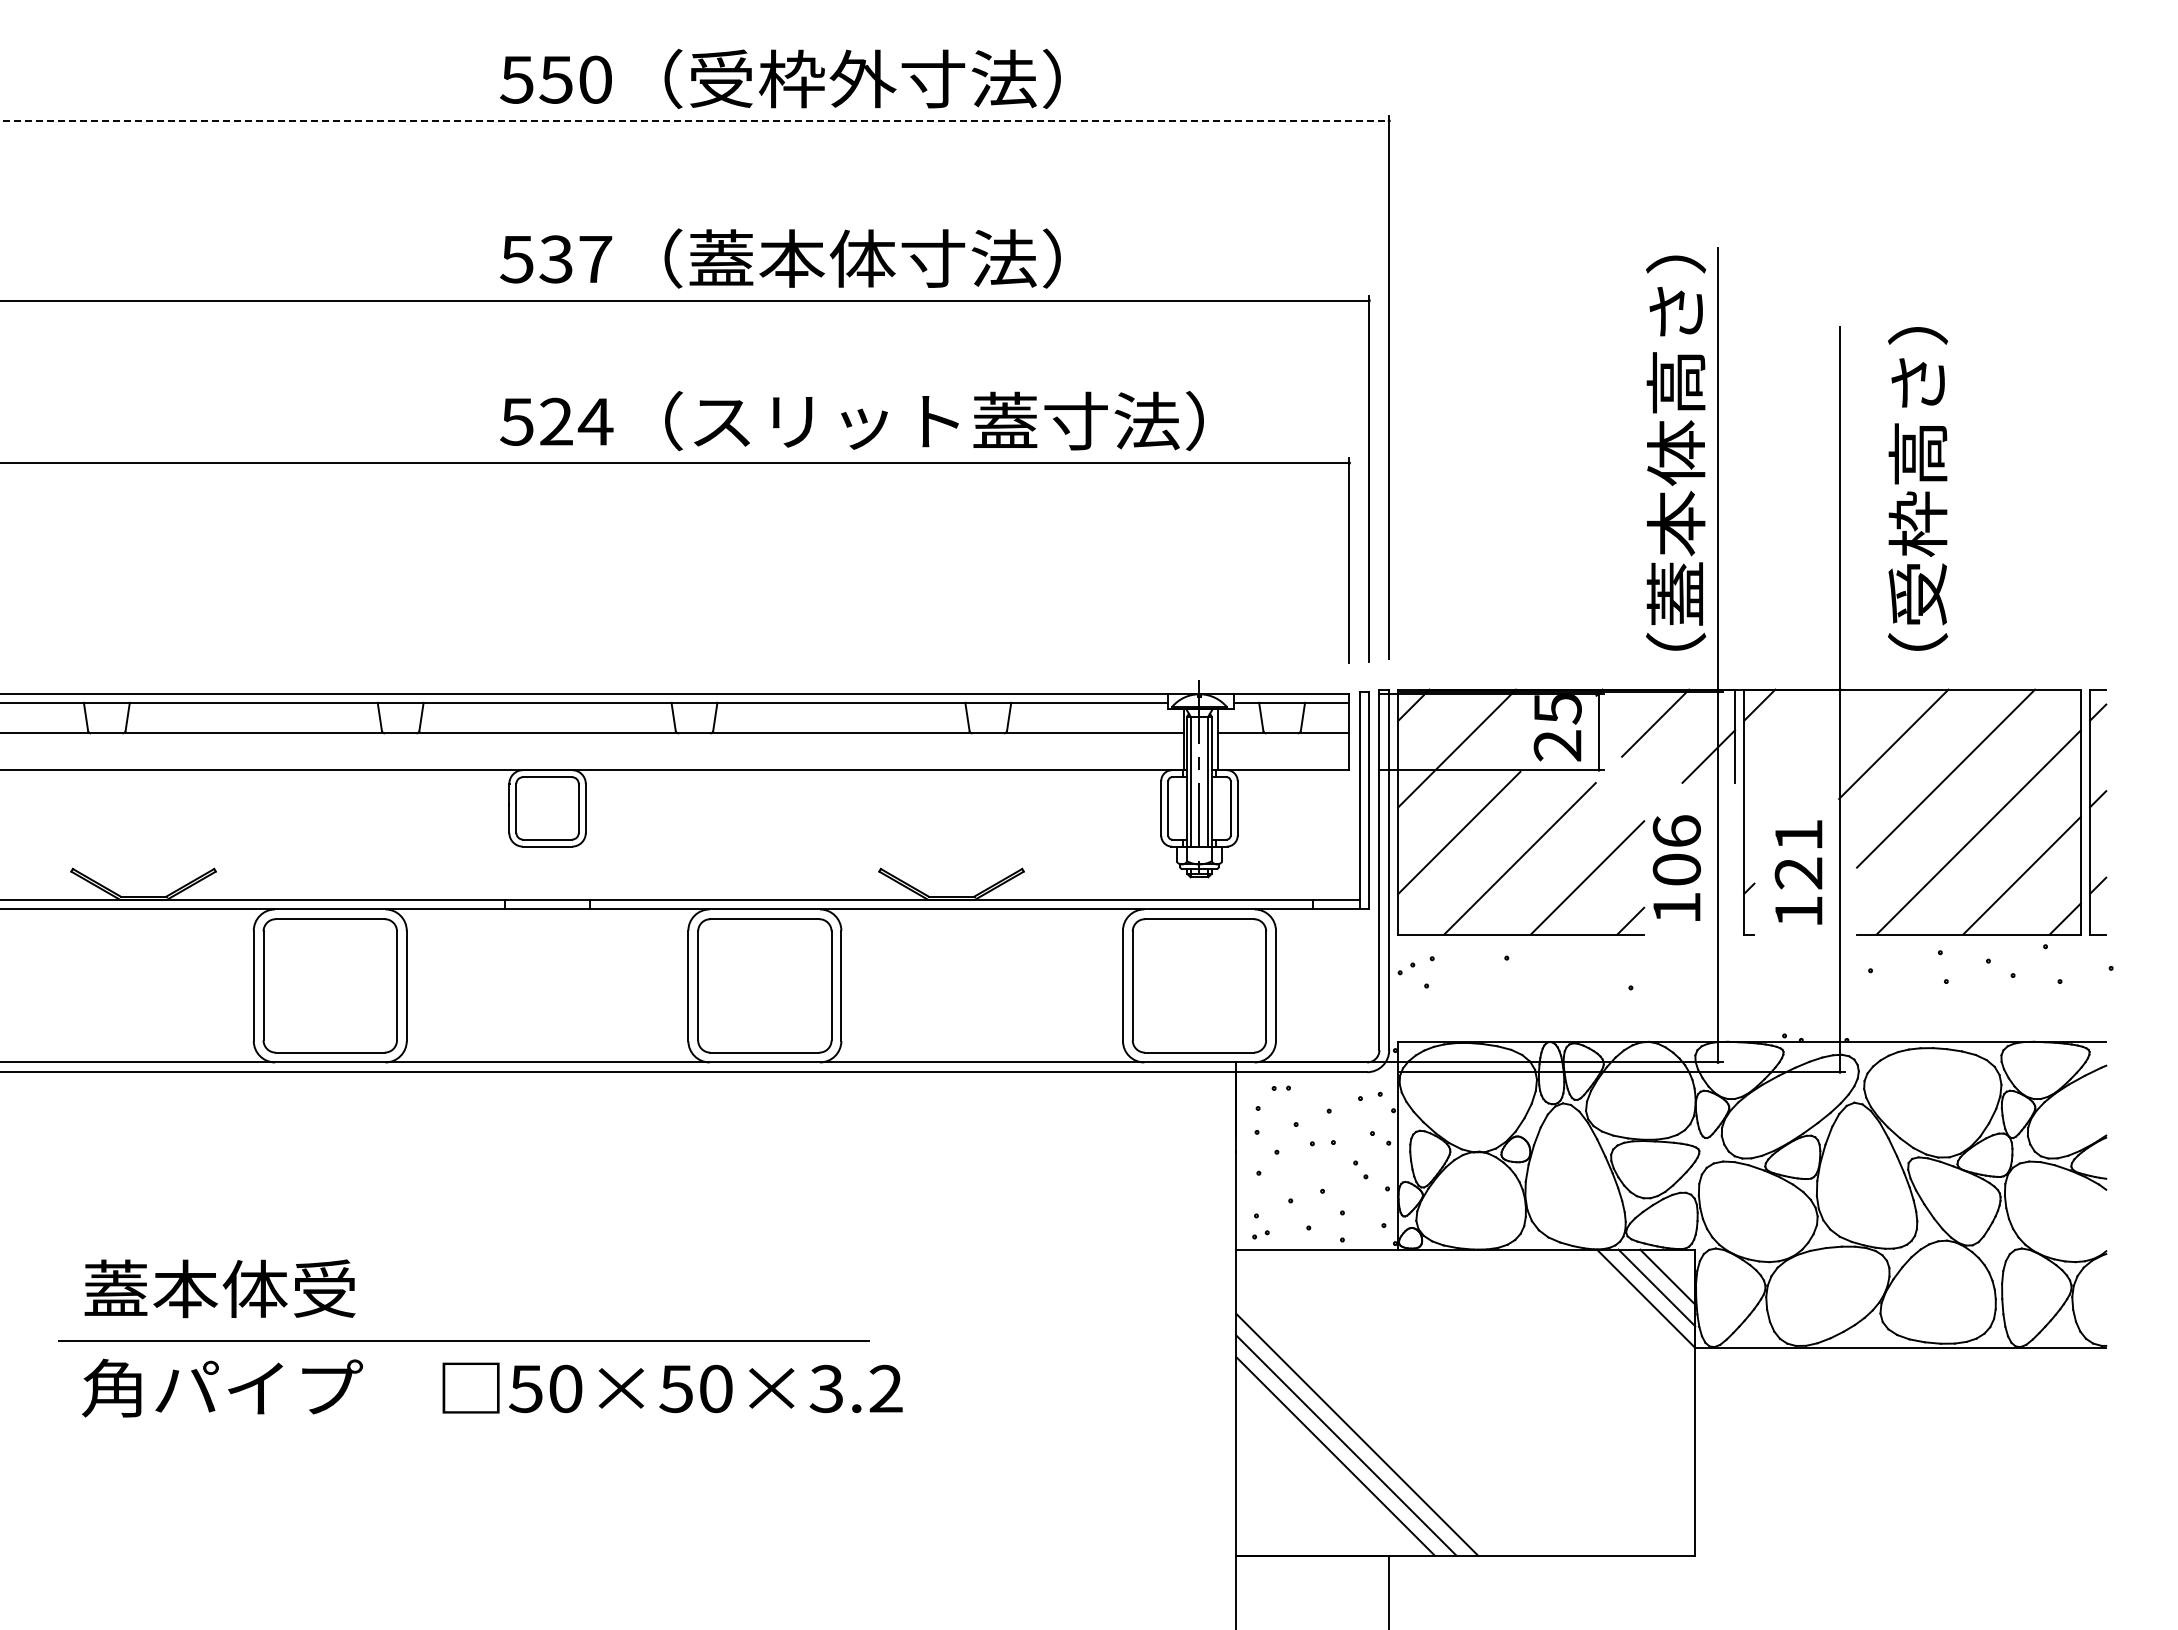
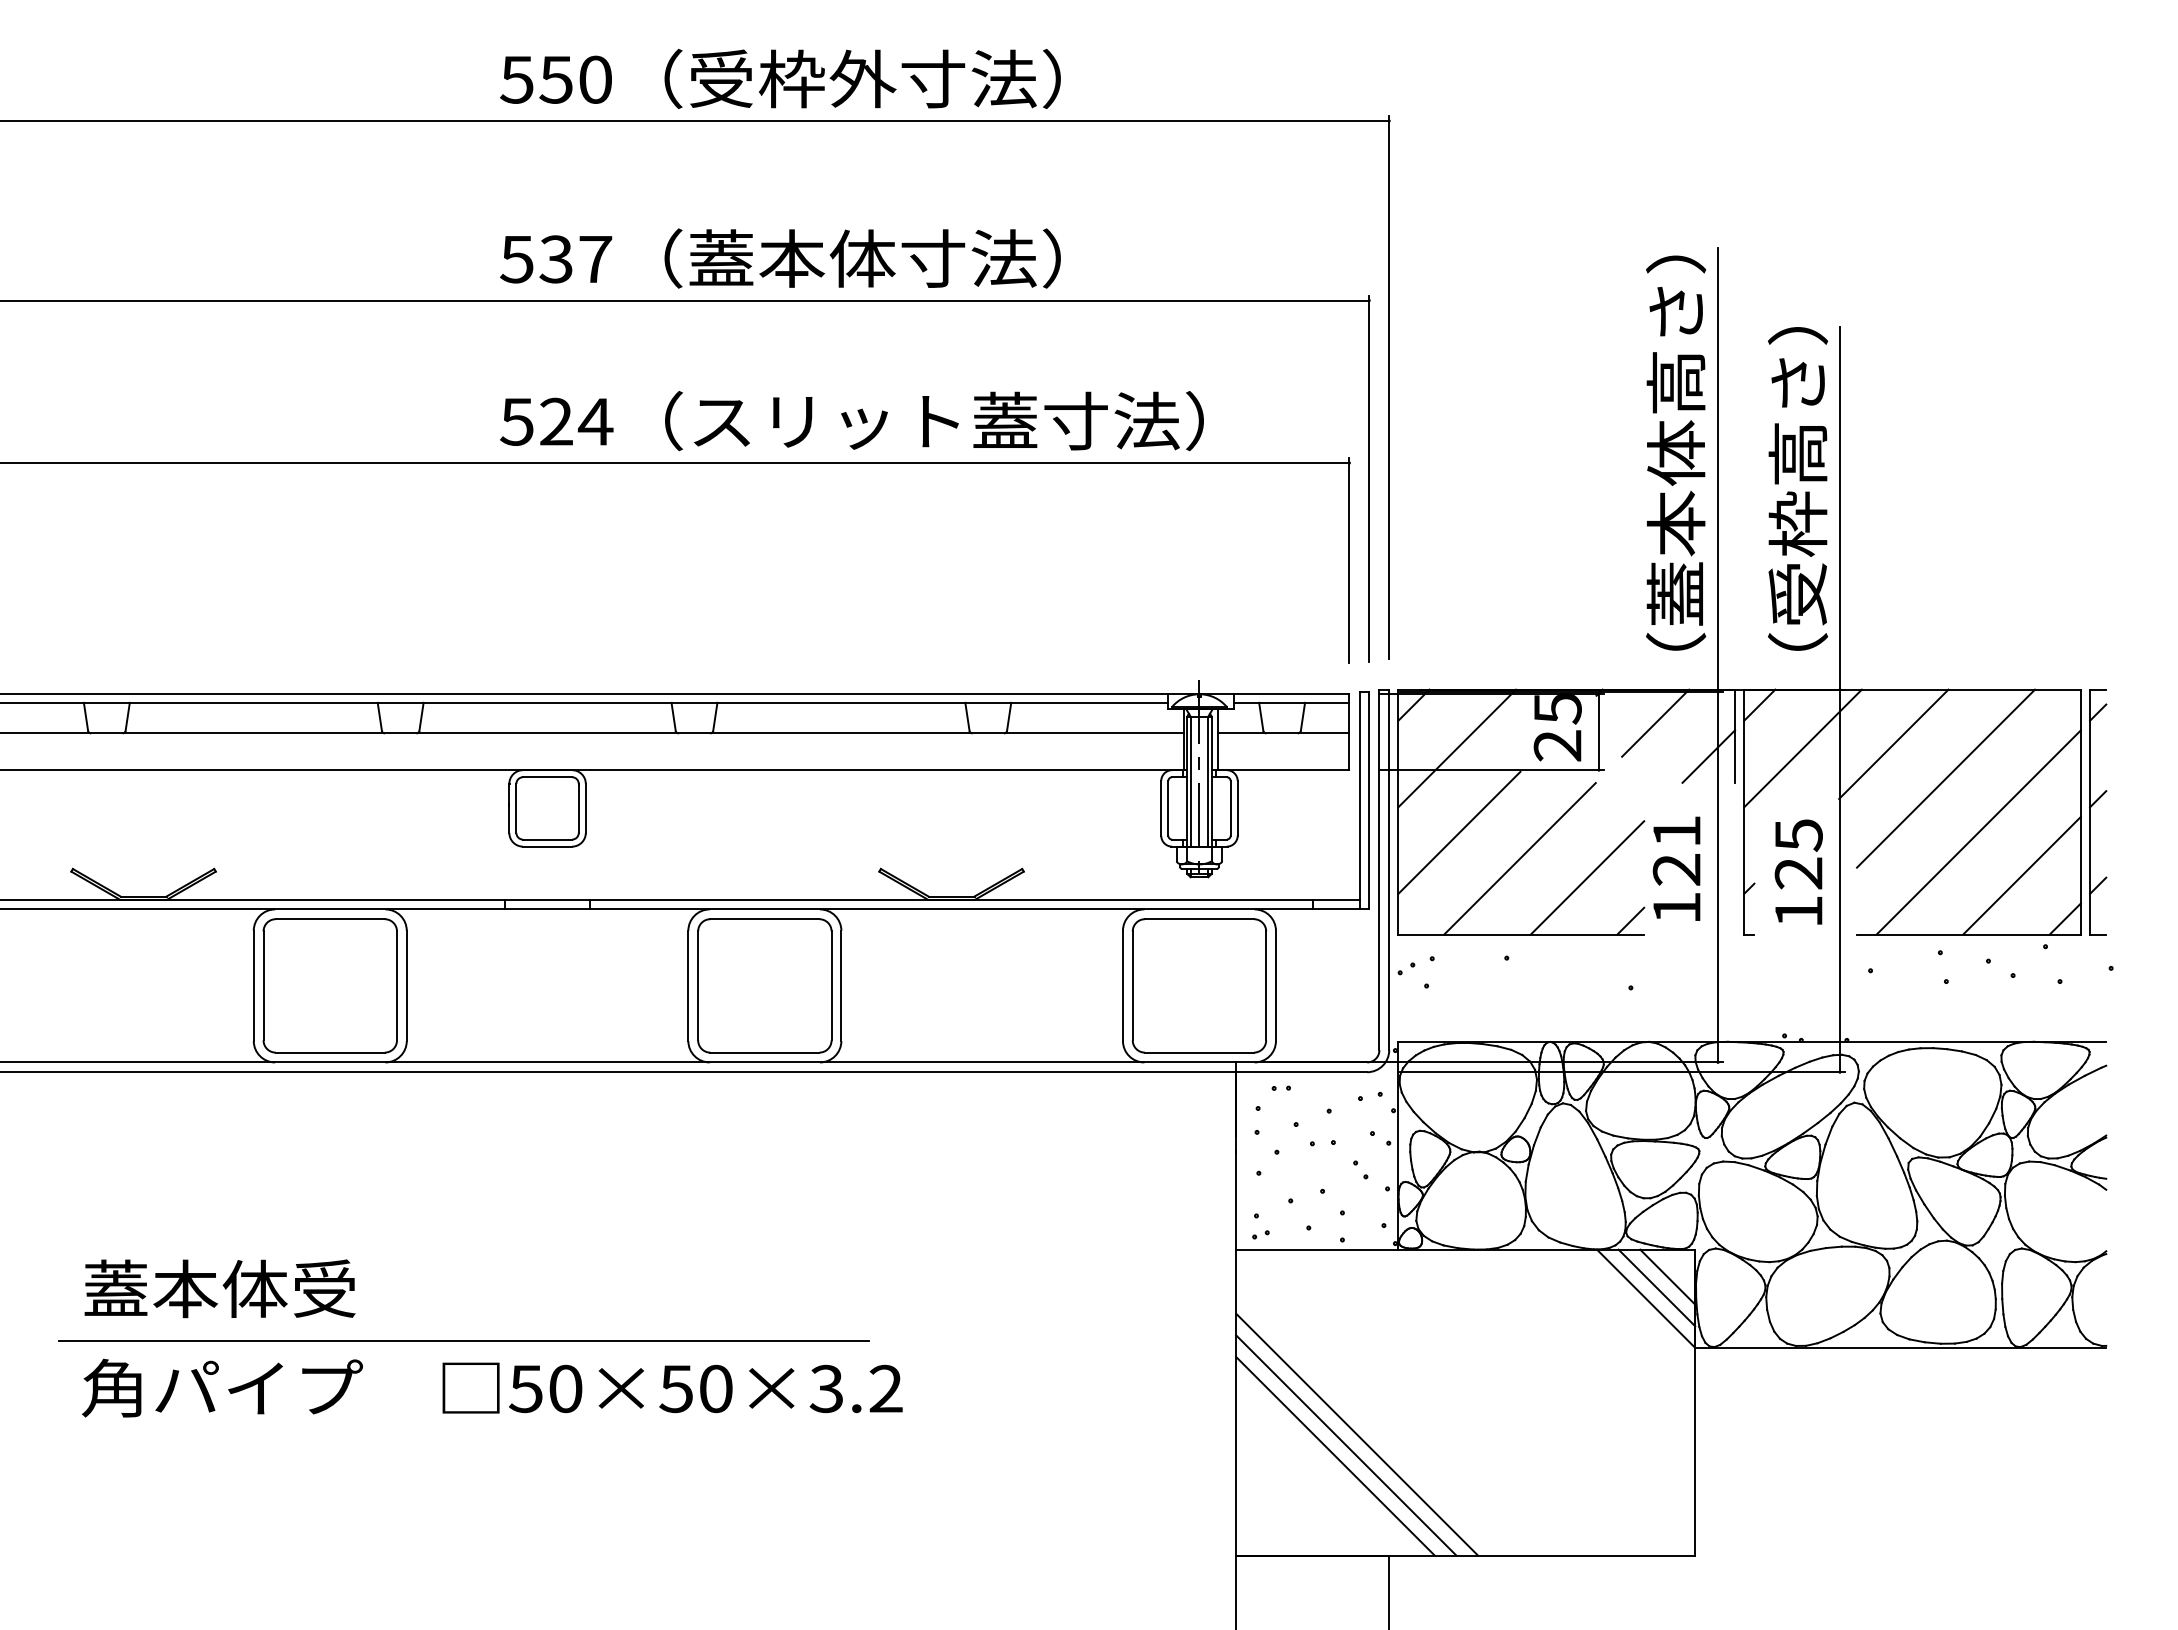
line at (695, 120): dashed -> solid
text at (1918, 488) position: (1918, 488) -> (1798, 488)
line at (1802, 748): none -> present
text at (1798, 835): 121 -> 125
text at (1676, 850): 106 -> 121
